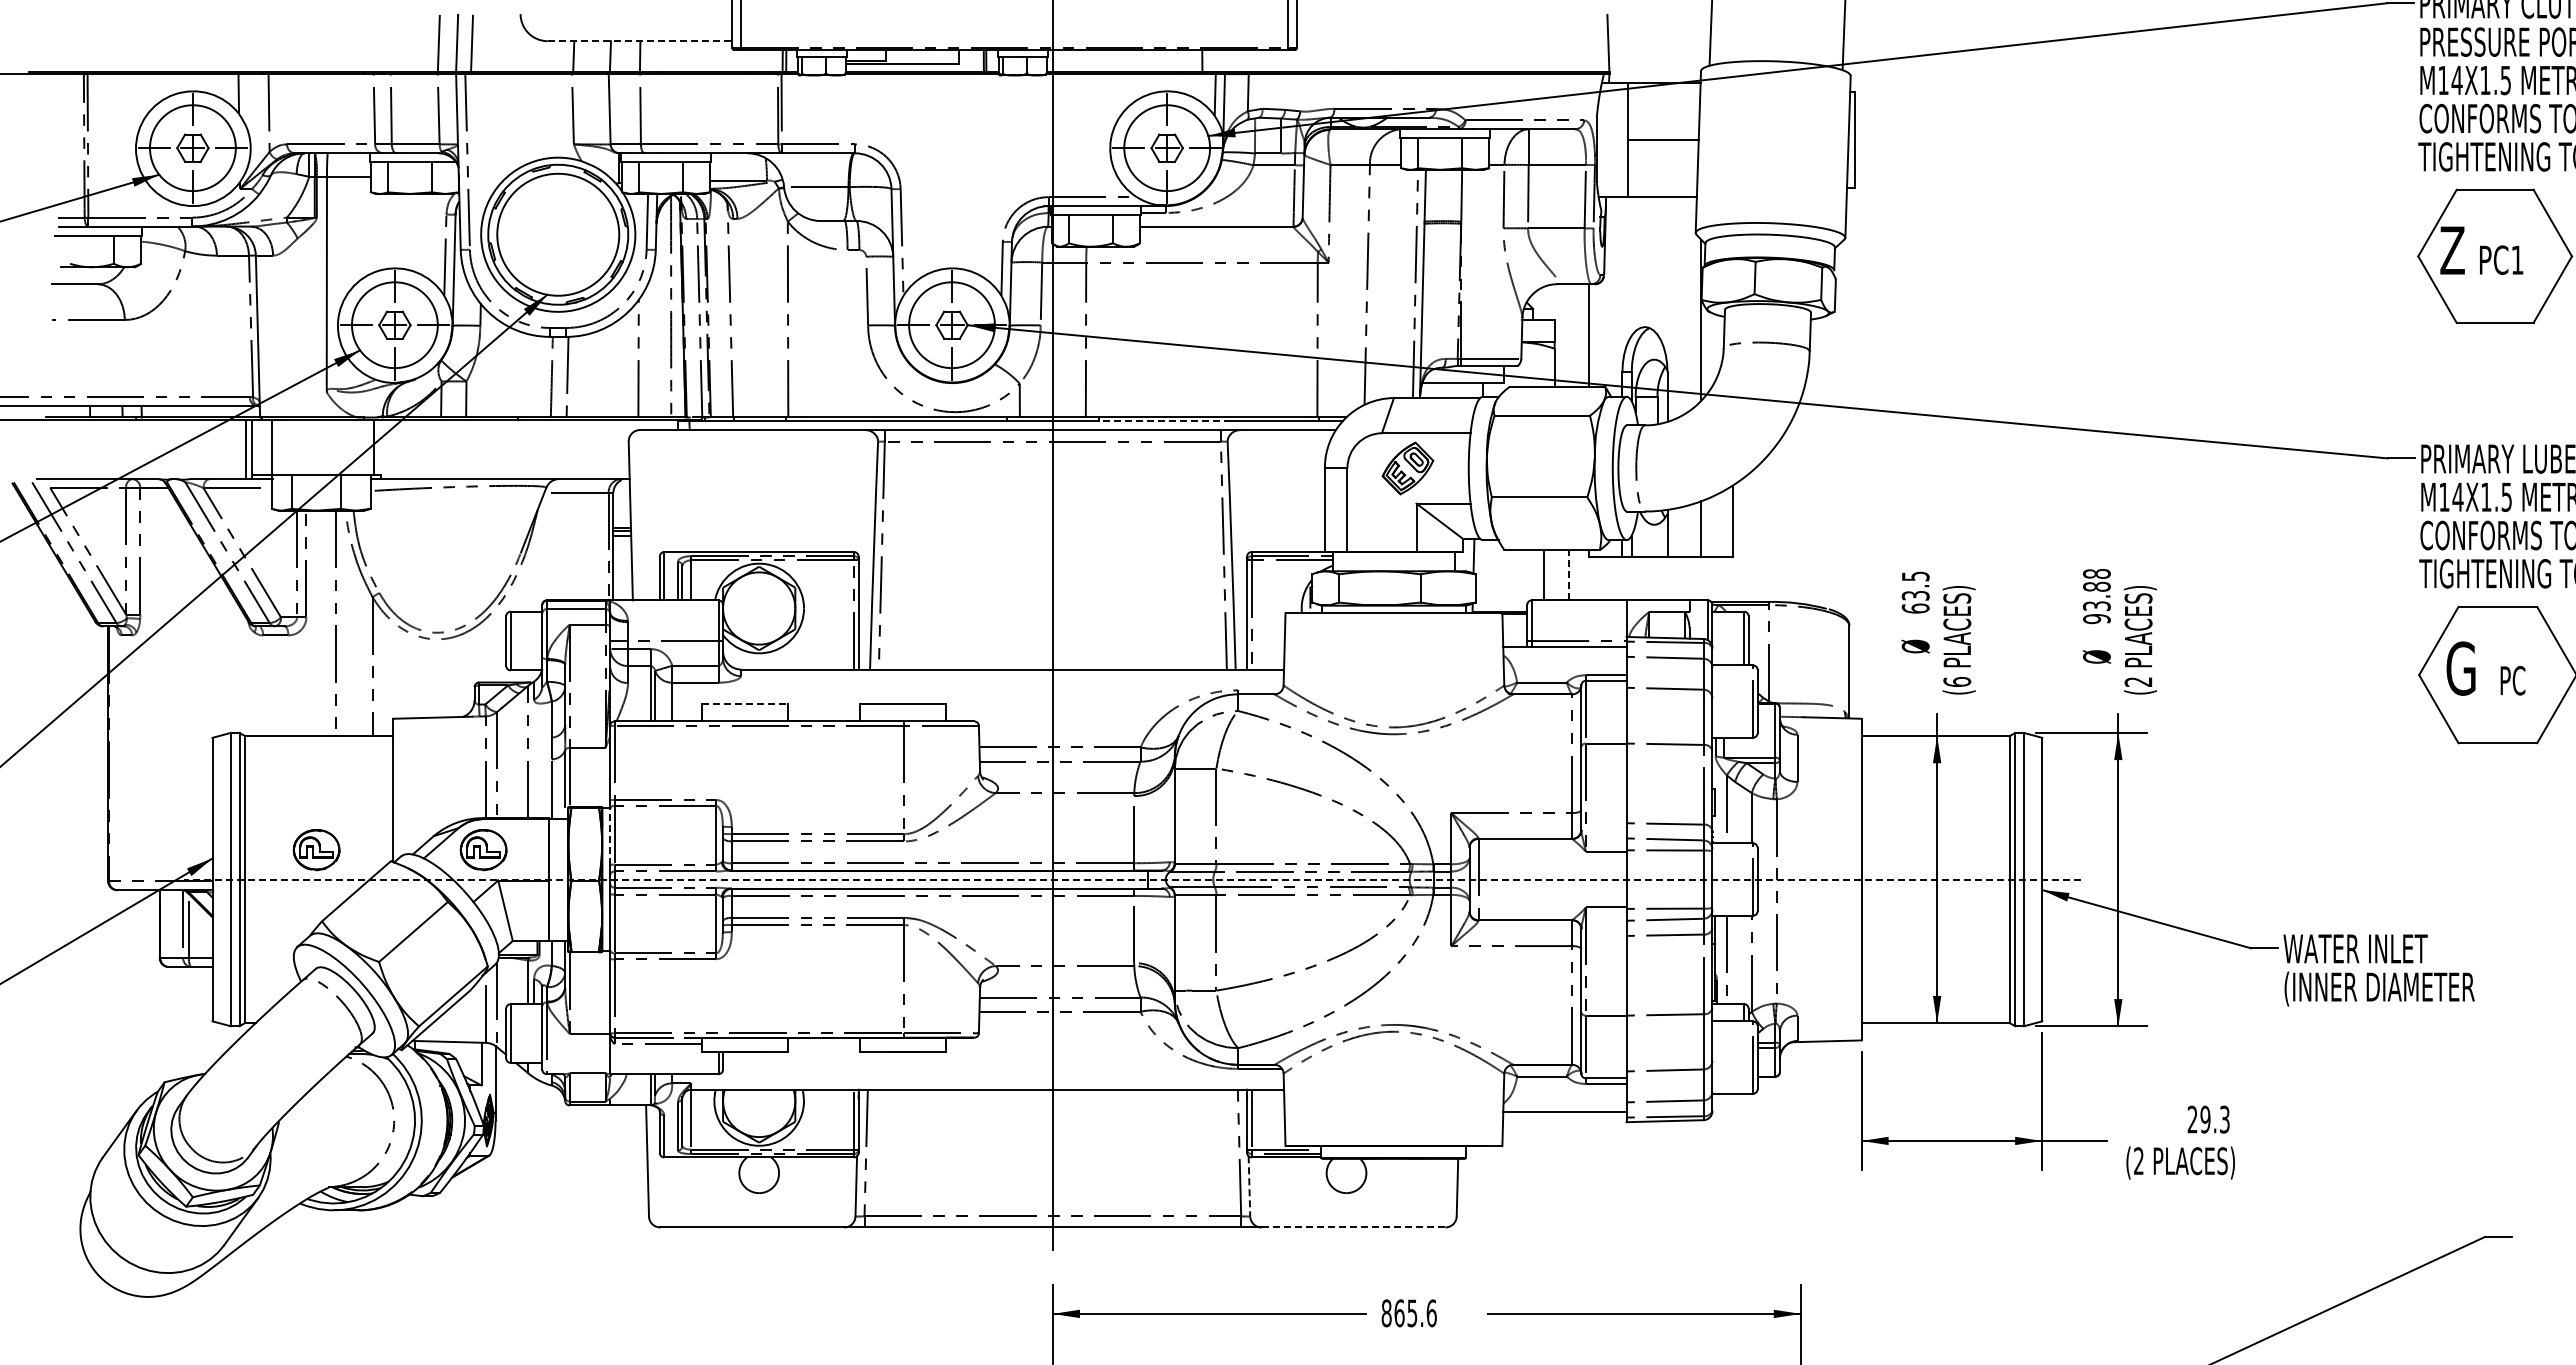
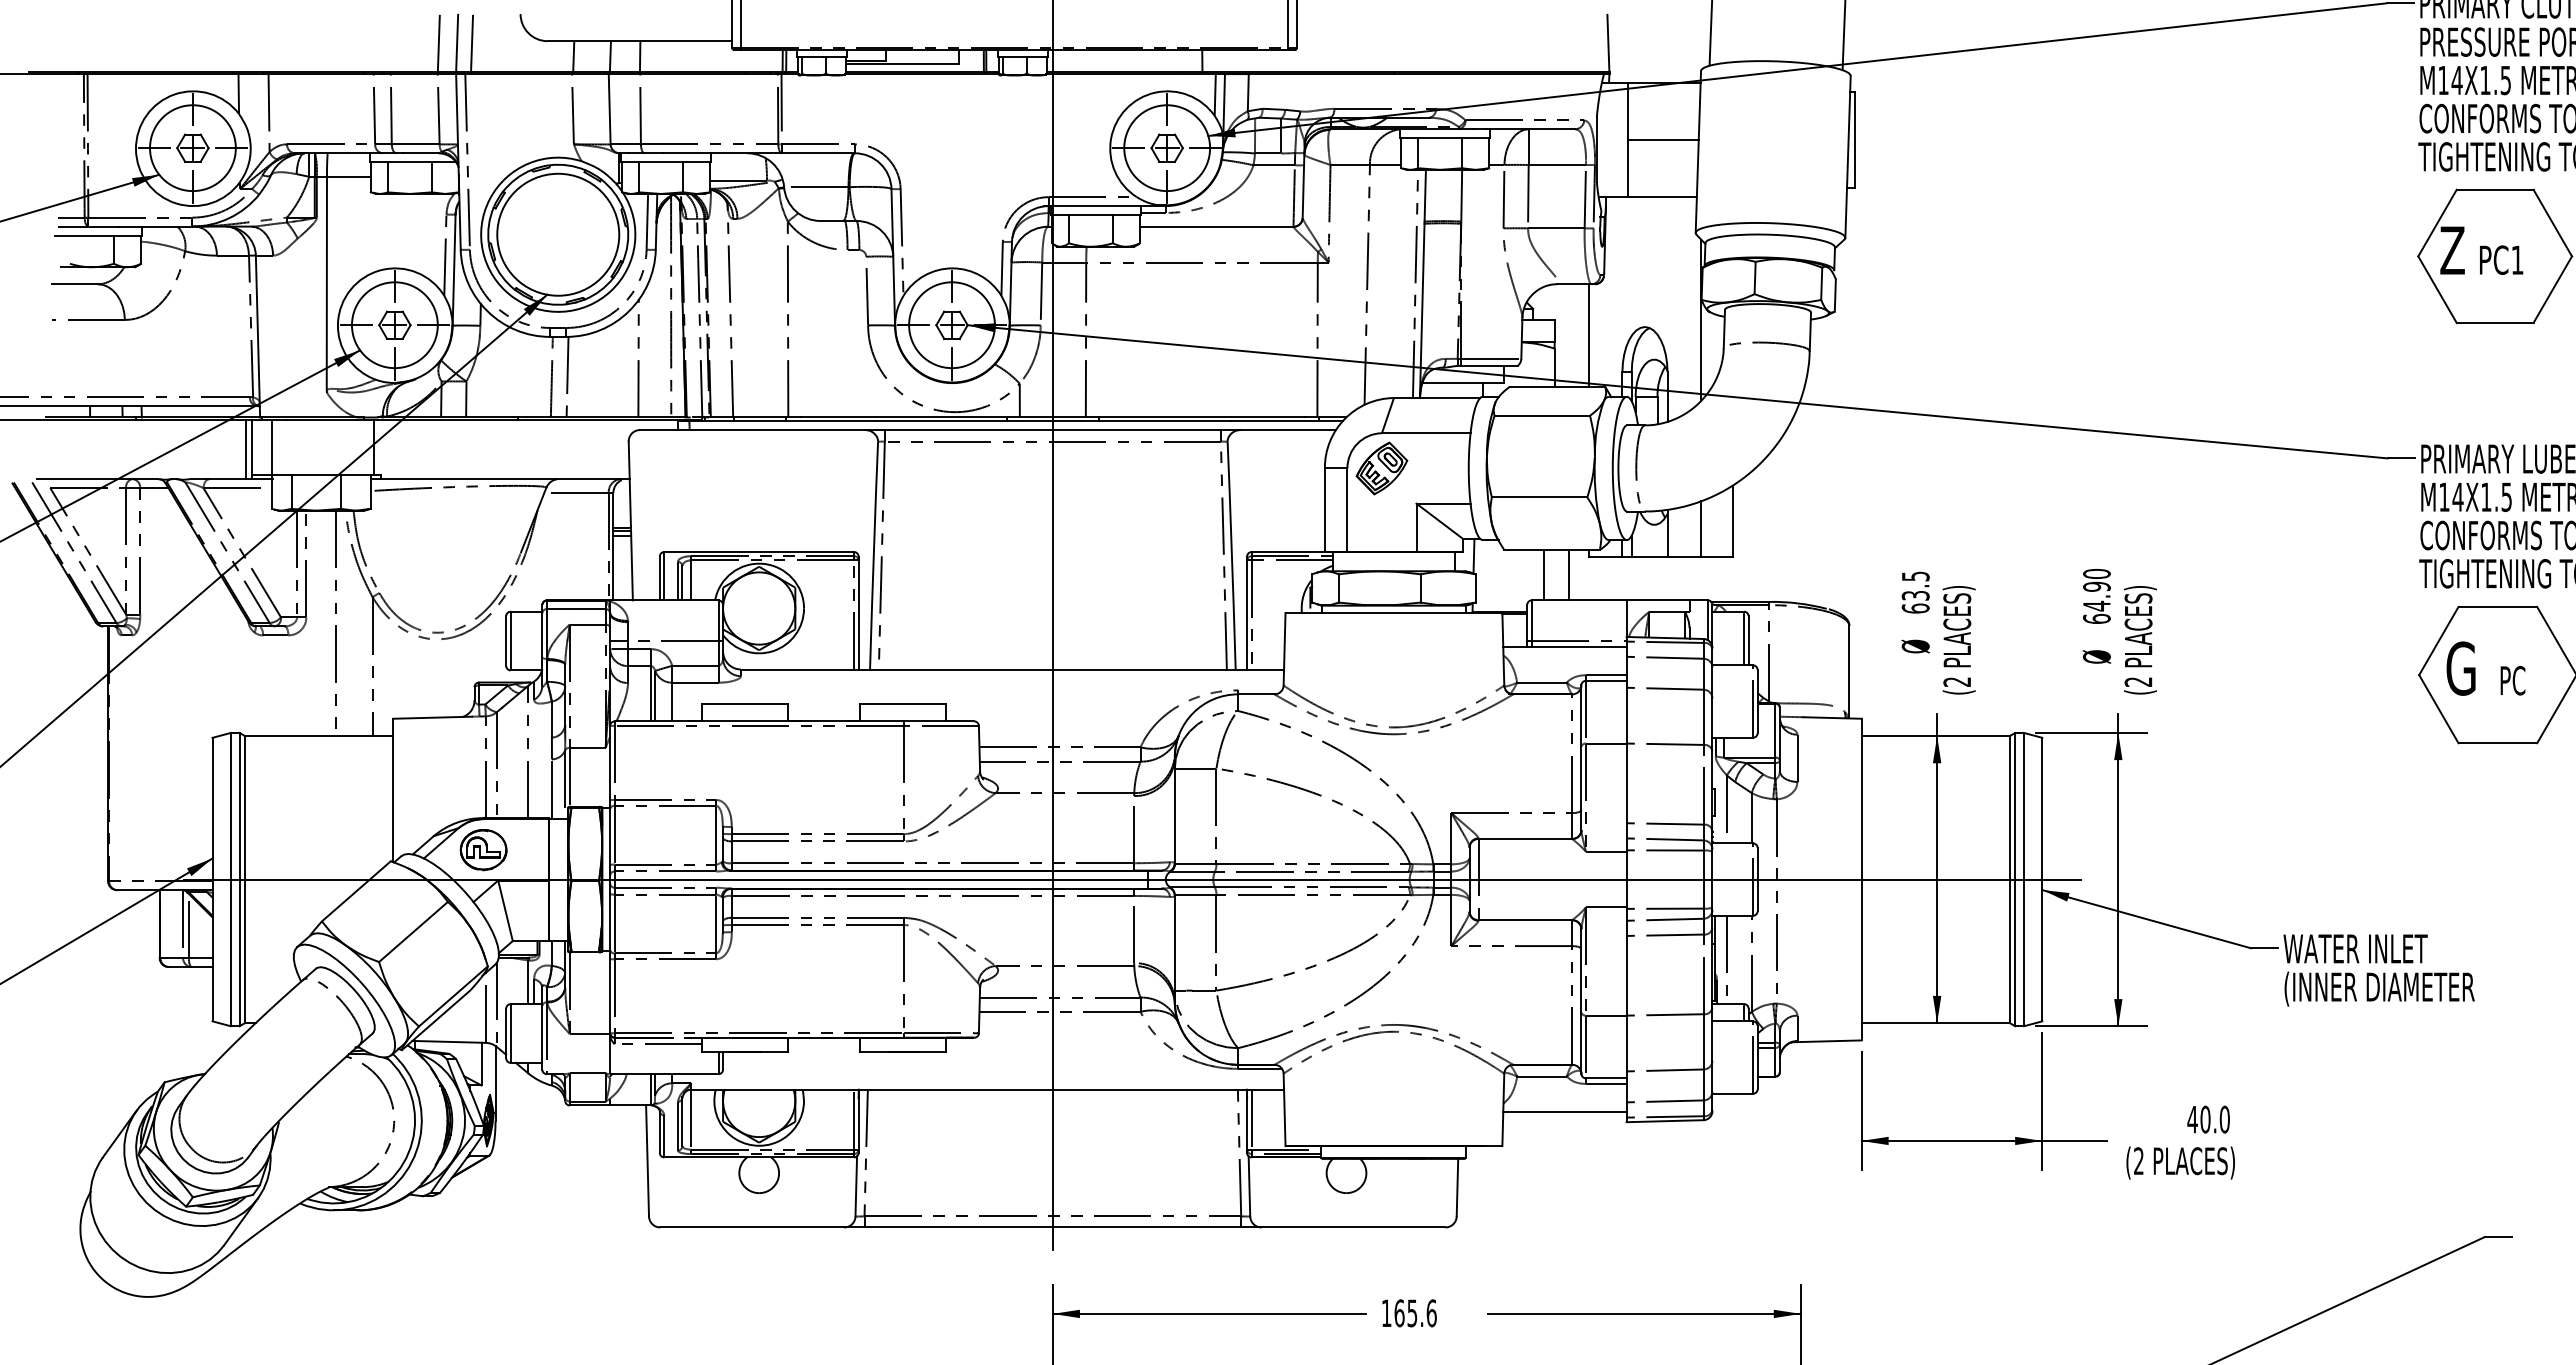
line at (640, 41): dashed -> solid
line at (1164, 421): dashed -> solid
part at (1407, 468) position: (1407, 468) -> (1381, 468)
line at (1569, 574): dashed -> solid
text at (2096, 596): 93.88 -> 64.90
text at (1957, 681): (6 -> (2
line at (745, 704): dashed -> solid
line at (610, 836): dashed -> solid
part at (316, 850): present -> none
line at (1132, 879): dashed -> solid
text at (2208, 1119): 29.3 -> 40.0
line at (1249, 1186): dashed -> solid
line at (1353, 1227): dashed -> solid
text at (1386, 1313): 865.6 -> 165.6
